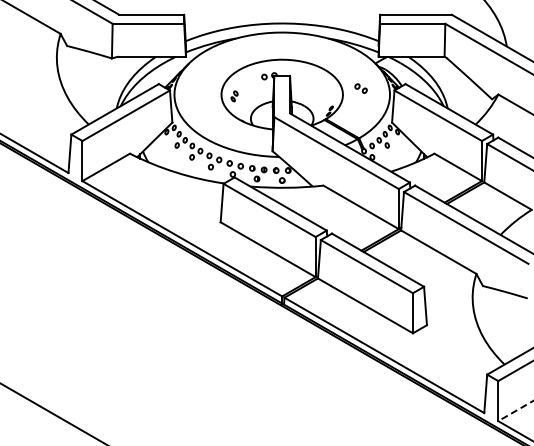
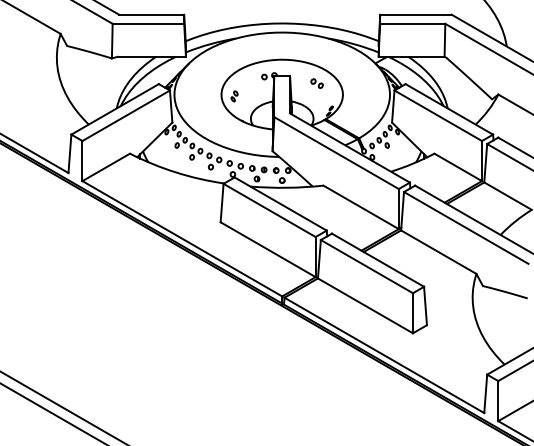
part at (360, 88) position: (360, 88) -> (316, 83)
line at (62, 407): none -> present
line at (515, 411): dashed -> solid
